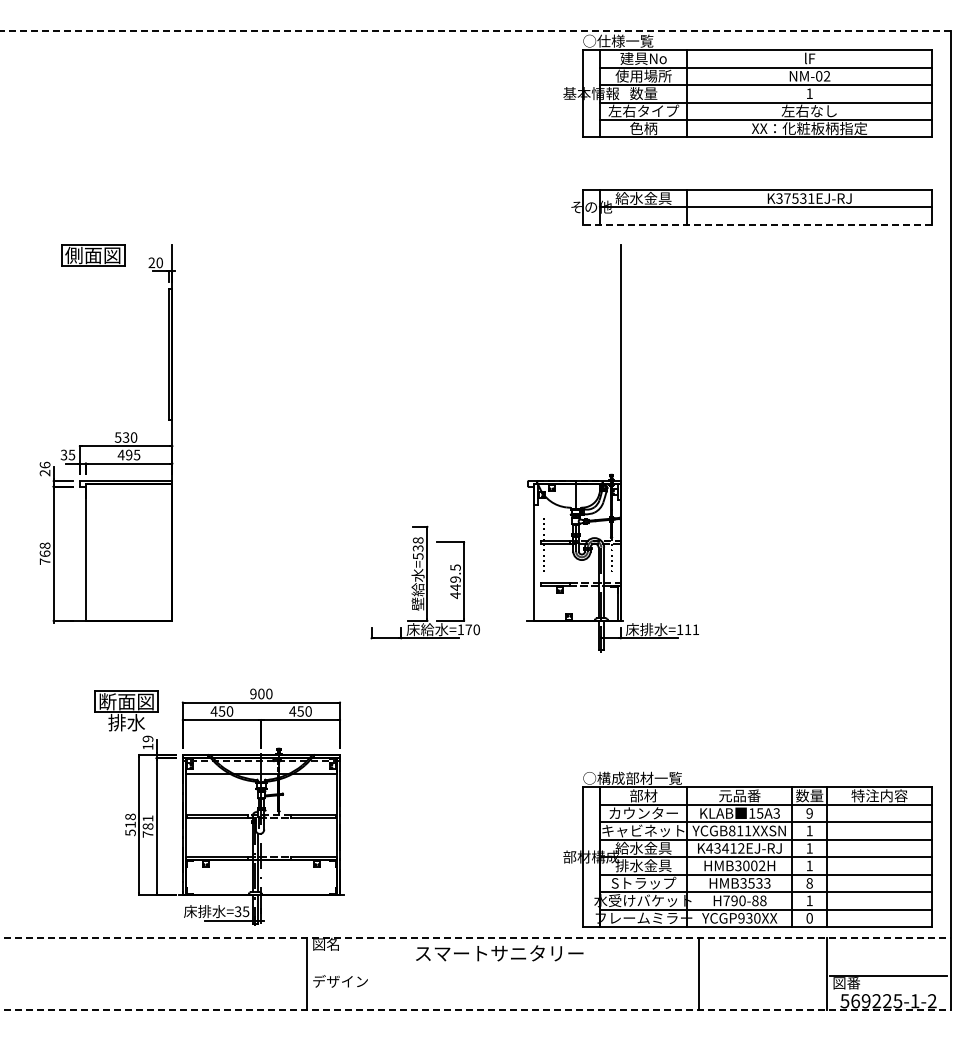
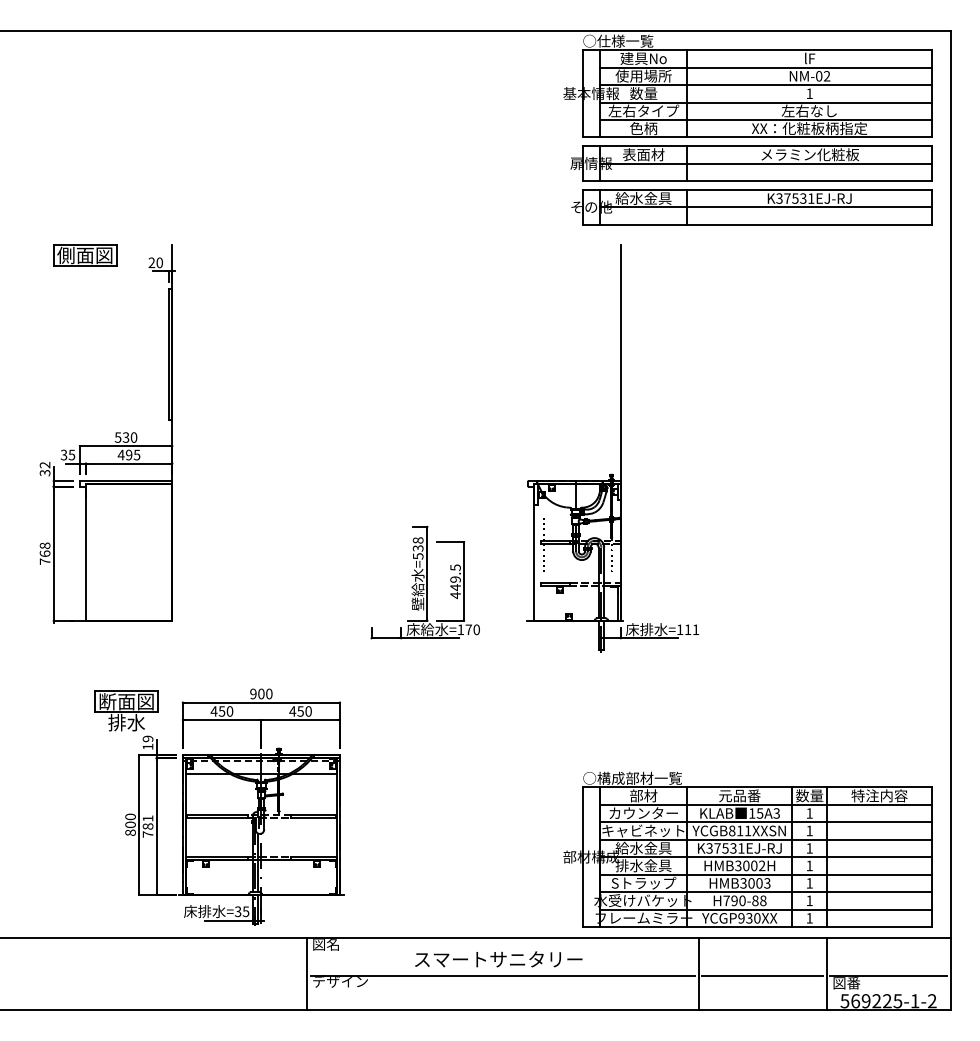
line at (475, 31): dashed -> solid
part at (751, 163): none -> present
line at (757, 224): dashed -> solid
part at (93, 255) position: (93, 255) -> (85, 255)
text at (44, 468): 26 -> 32
text at (809, 813): 9 -> 1
text at (130, 824): 518 -> 800
text at (725, 848): K43412EJ-RJ -> K37531EJ-RJ
text at (755, 883): HMB3533 -> HMB3003
text at (809, 883): 8 -> 1
text at (809, 918): 0 -> 1
line at (475, 938): dashed -> solid
text at (499, 953) position: (499, 953) -> (498, 959)
line at (502, 975): none -> present
line at (761, 975): none -> present
line at (475, 1009): dashed -> solid
